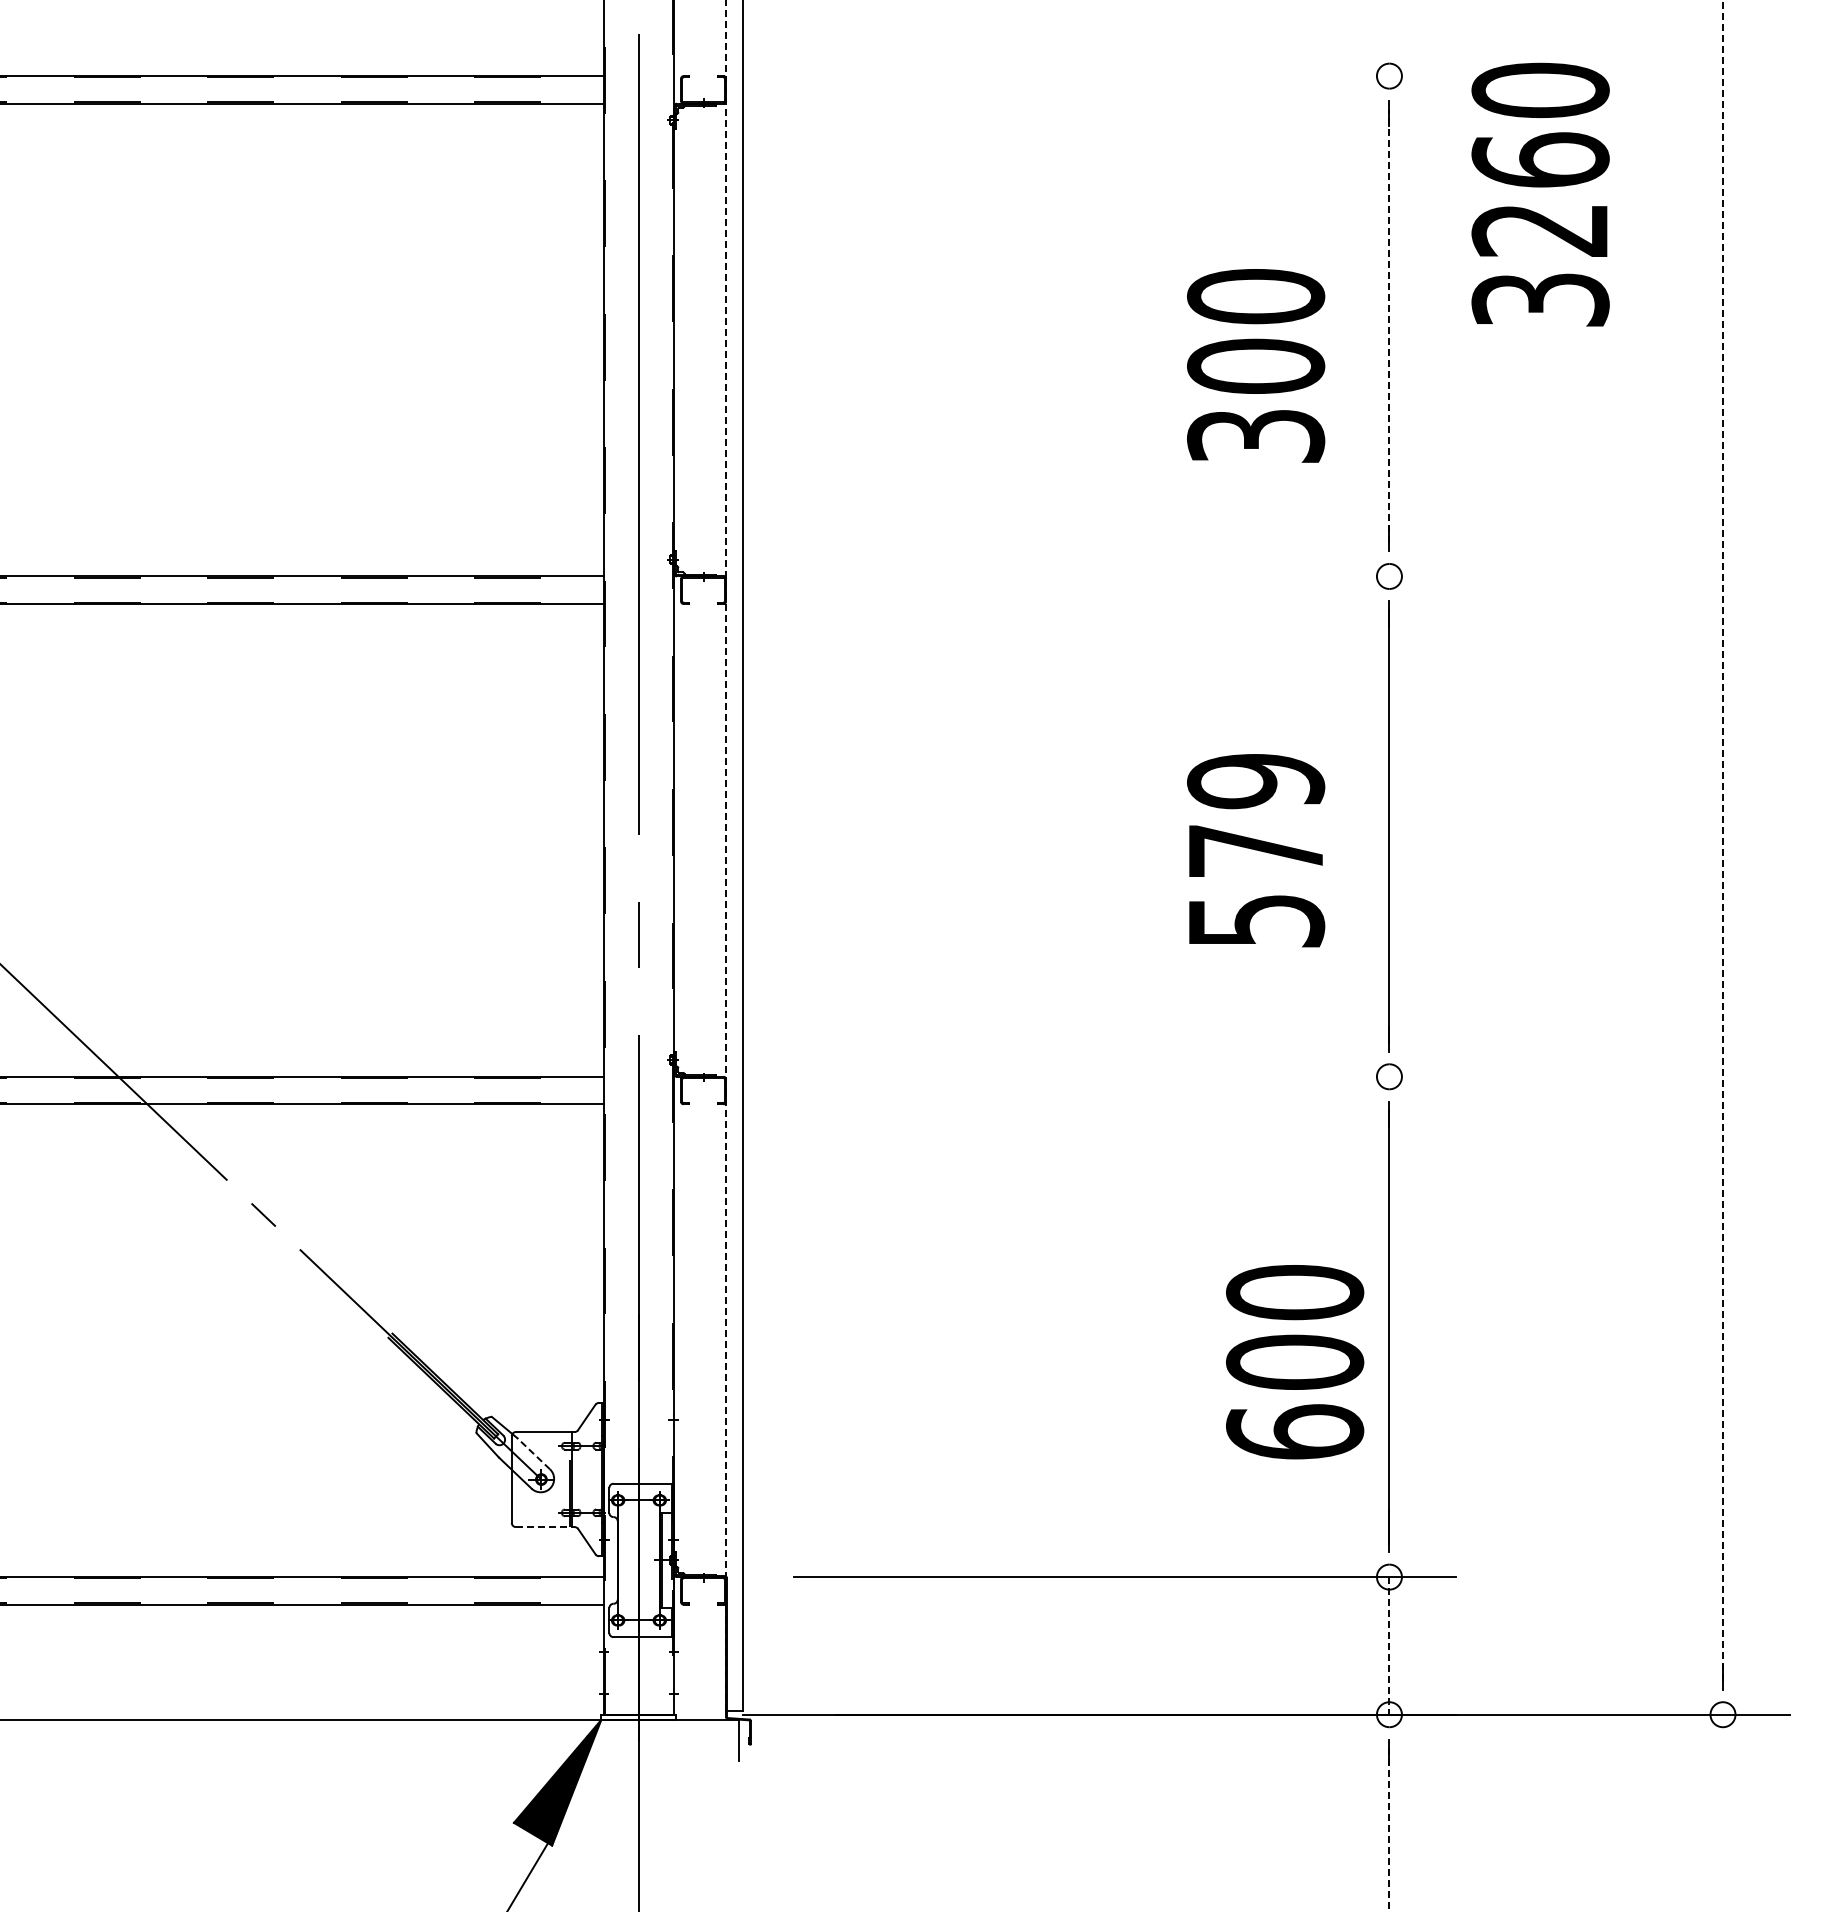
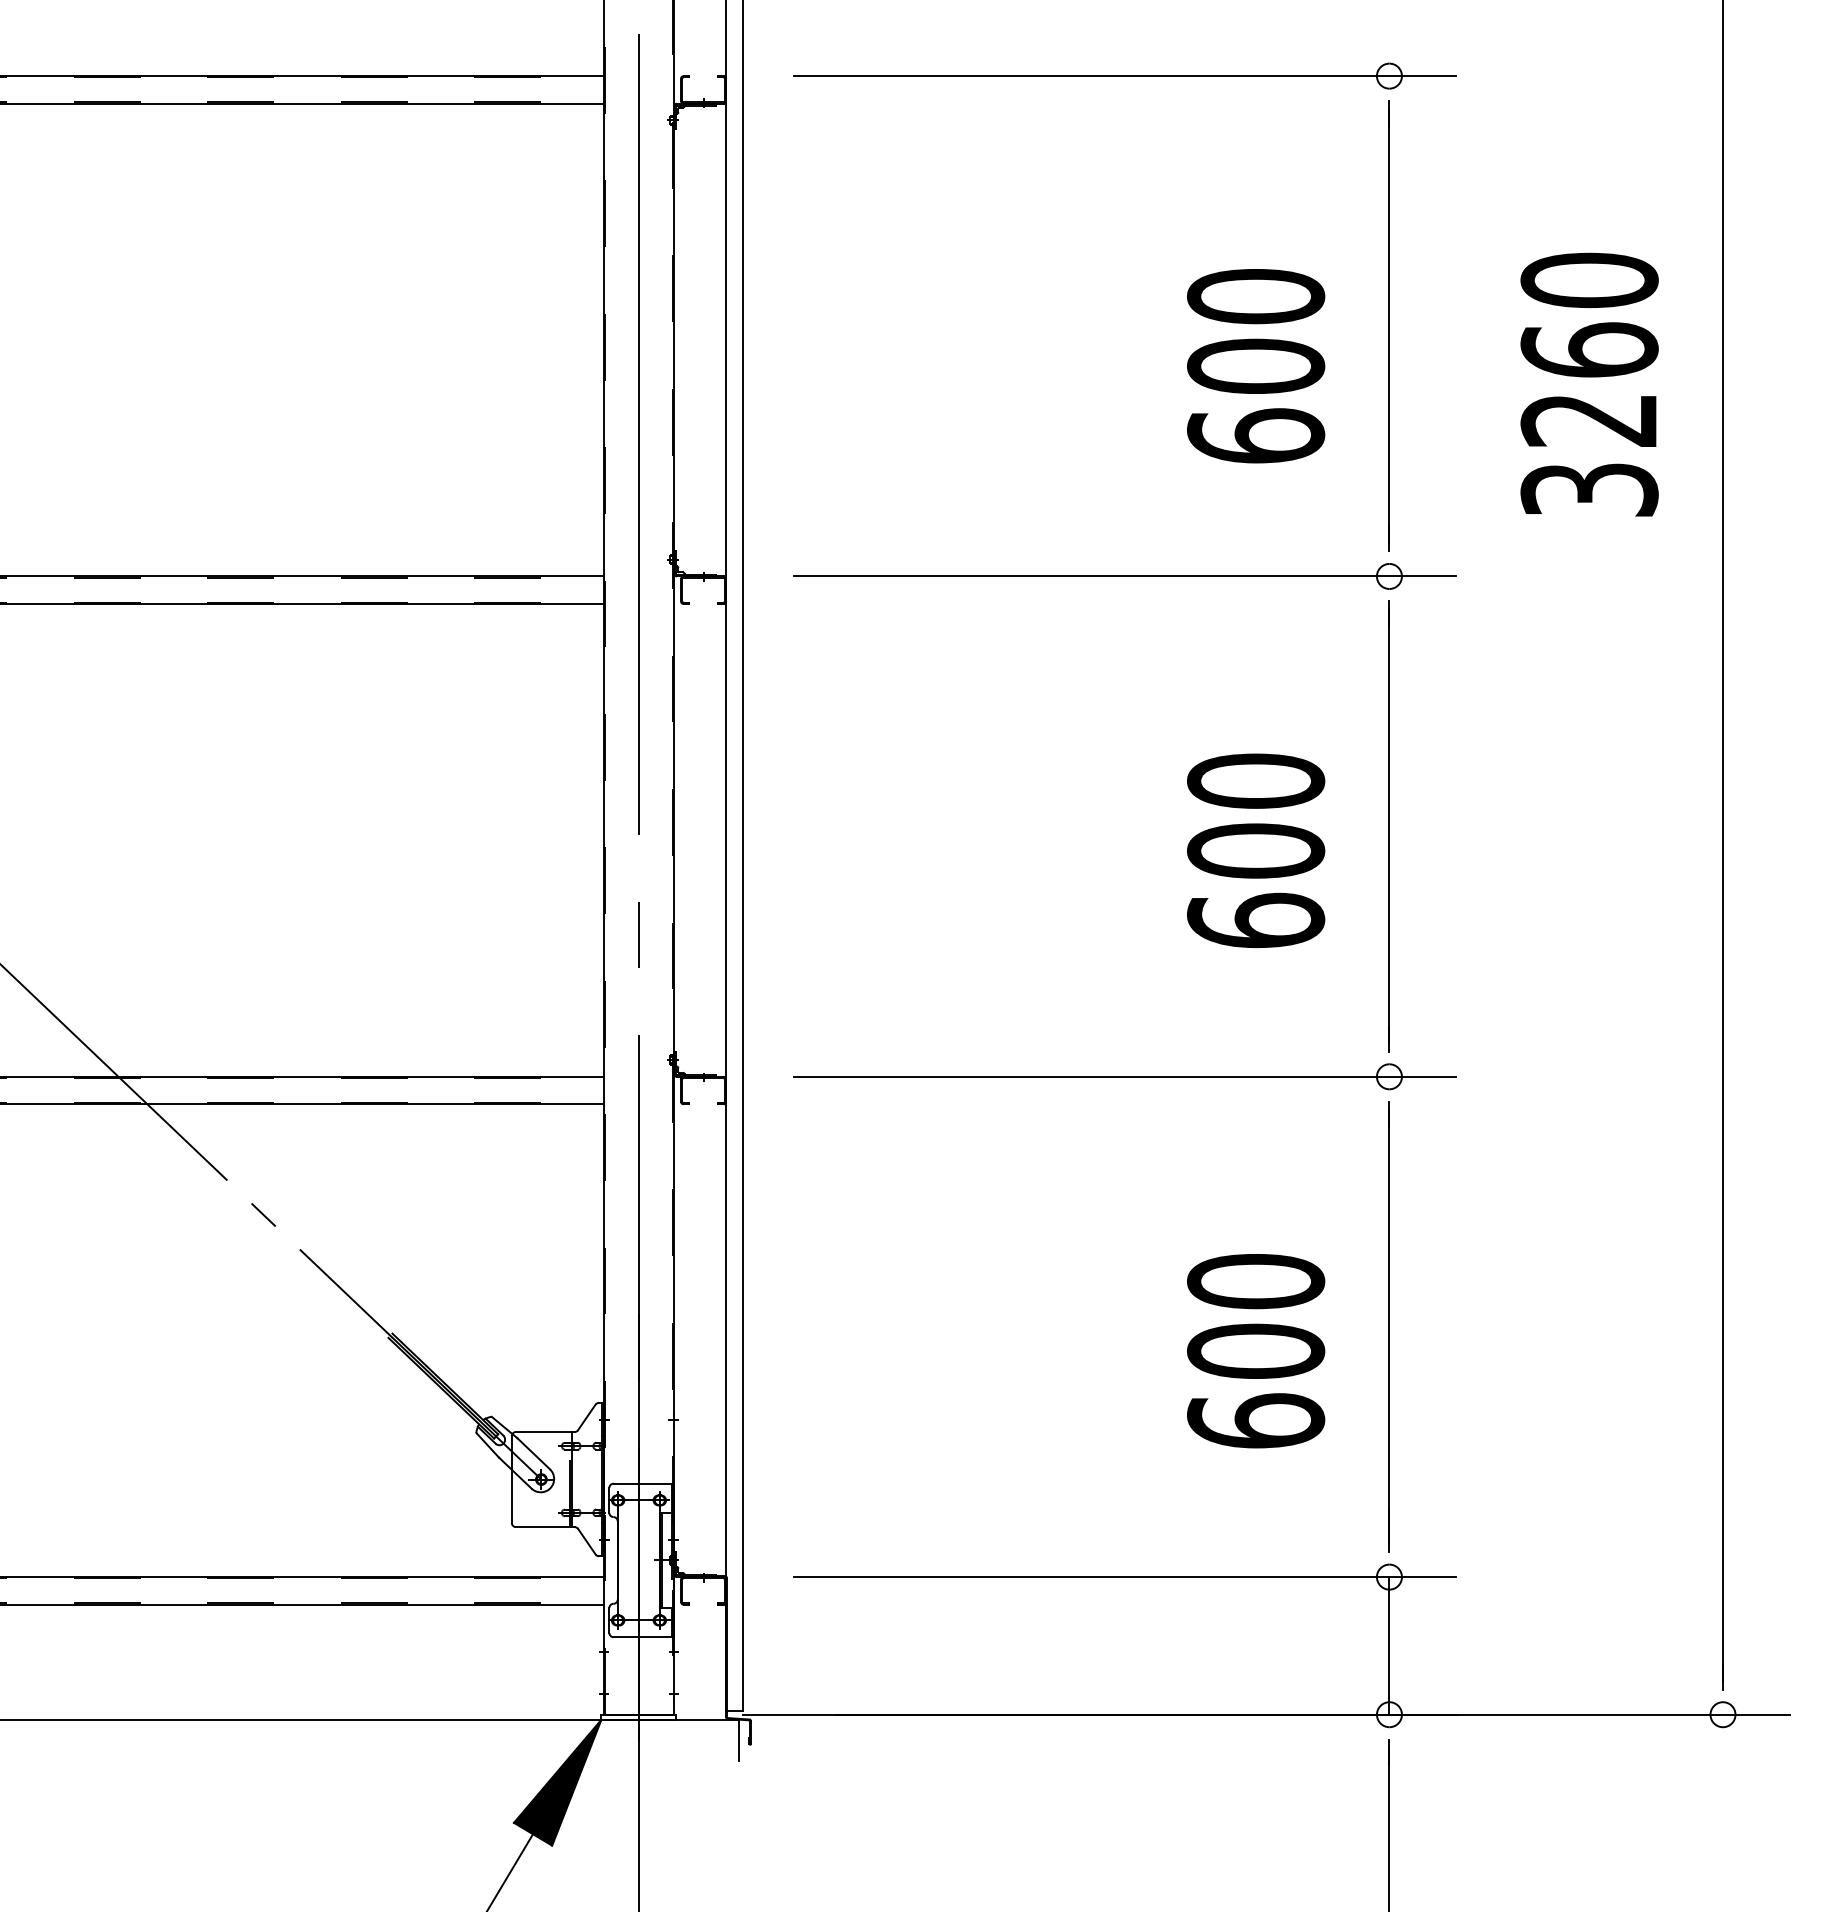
line at (1125, 76): none -> present
text at (1540, 194) position: (1540, 194) -> (1589, 384)
line at (1389, 326): dashed -> solid
text at (1256, 435): 300 -> 600
line at (1125, 576): none -> present
line at (1723, 840): dashed -> solid
text at (1256, 850): 579 -> 600
line at (726, 856): dashed -> solid
line at (1125, 1076): none -> present
text at (1295, 1362) position: (1295, 1362) -> (1256, 1351)
line at (533, 1453): dashed -> solid
line at (545, 1527): dashed -> solid
line at (1389, 1645): dashed -> solid
line at (1389, 1830): dashed -> solid
line at (528, 1875) position: (528, 1875) -> (510, 1871)
